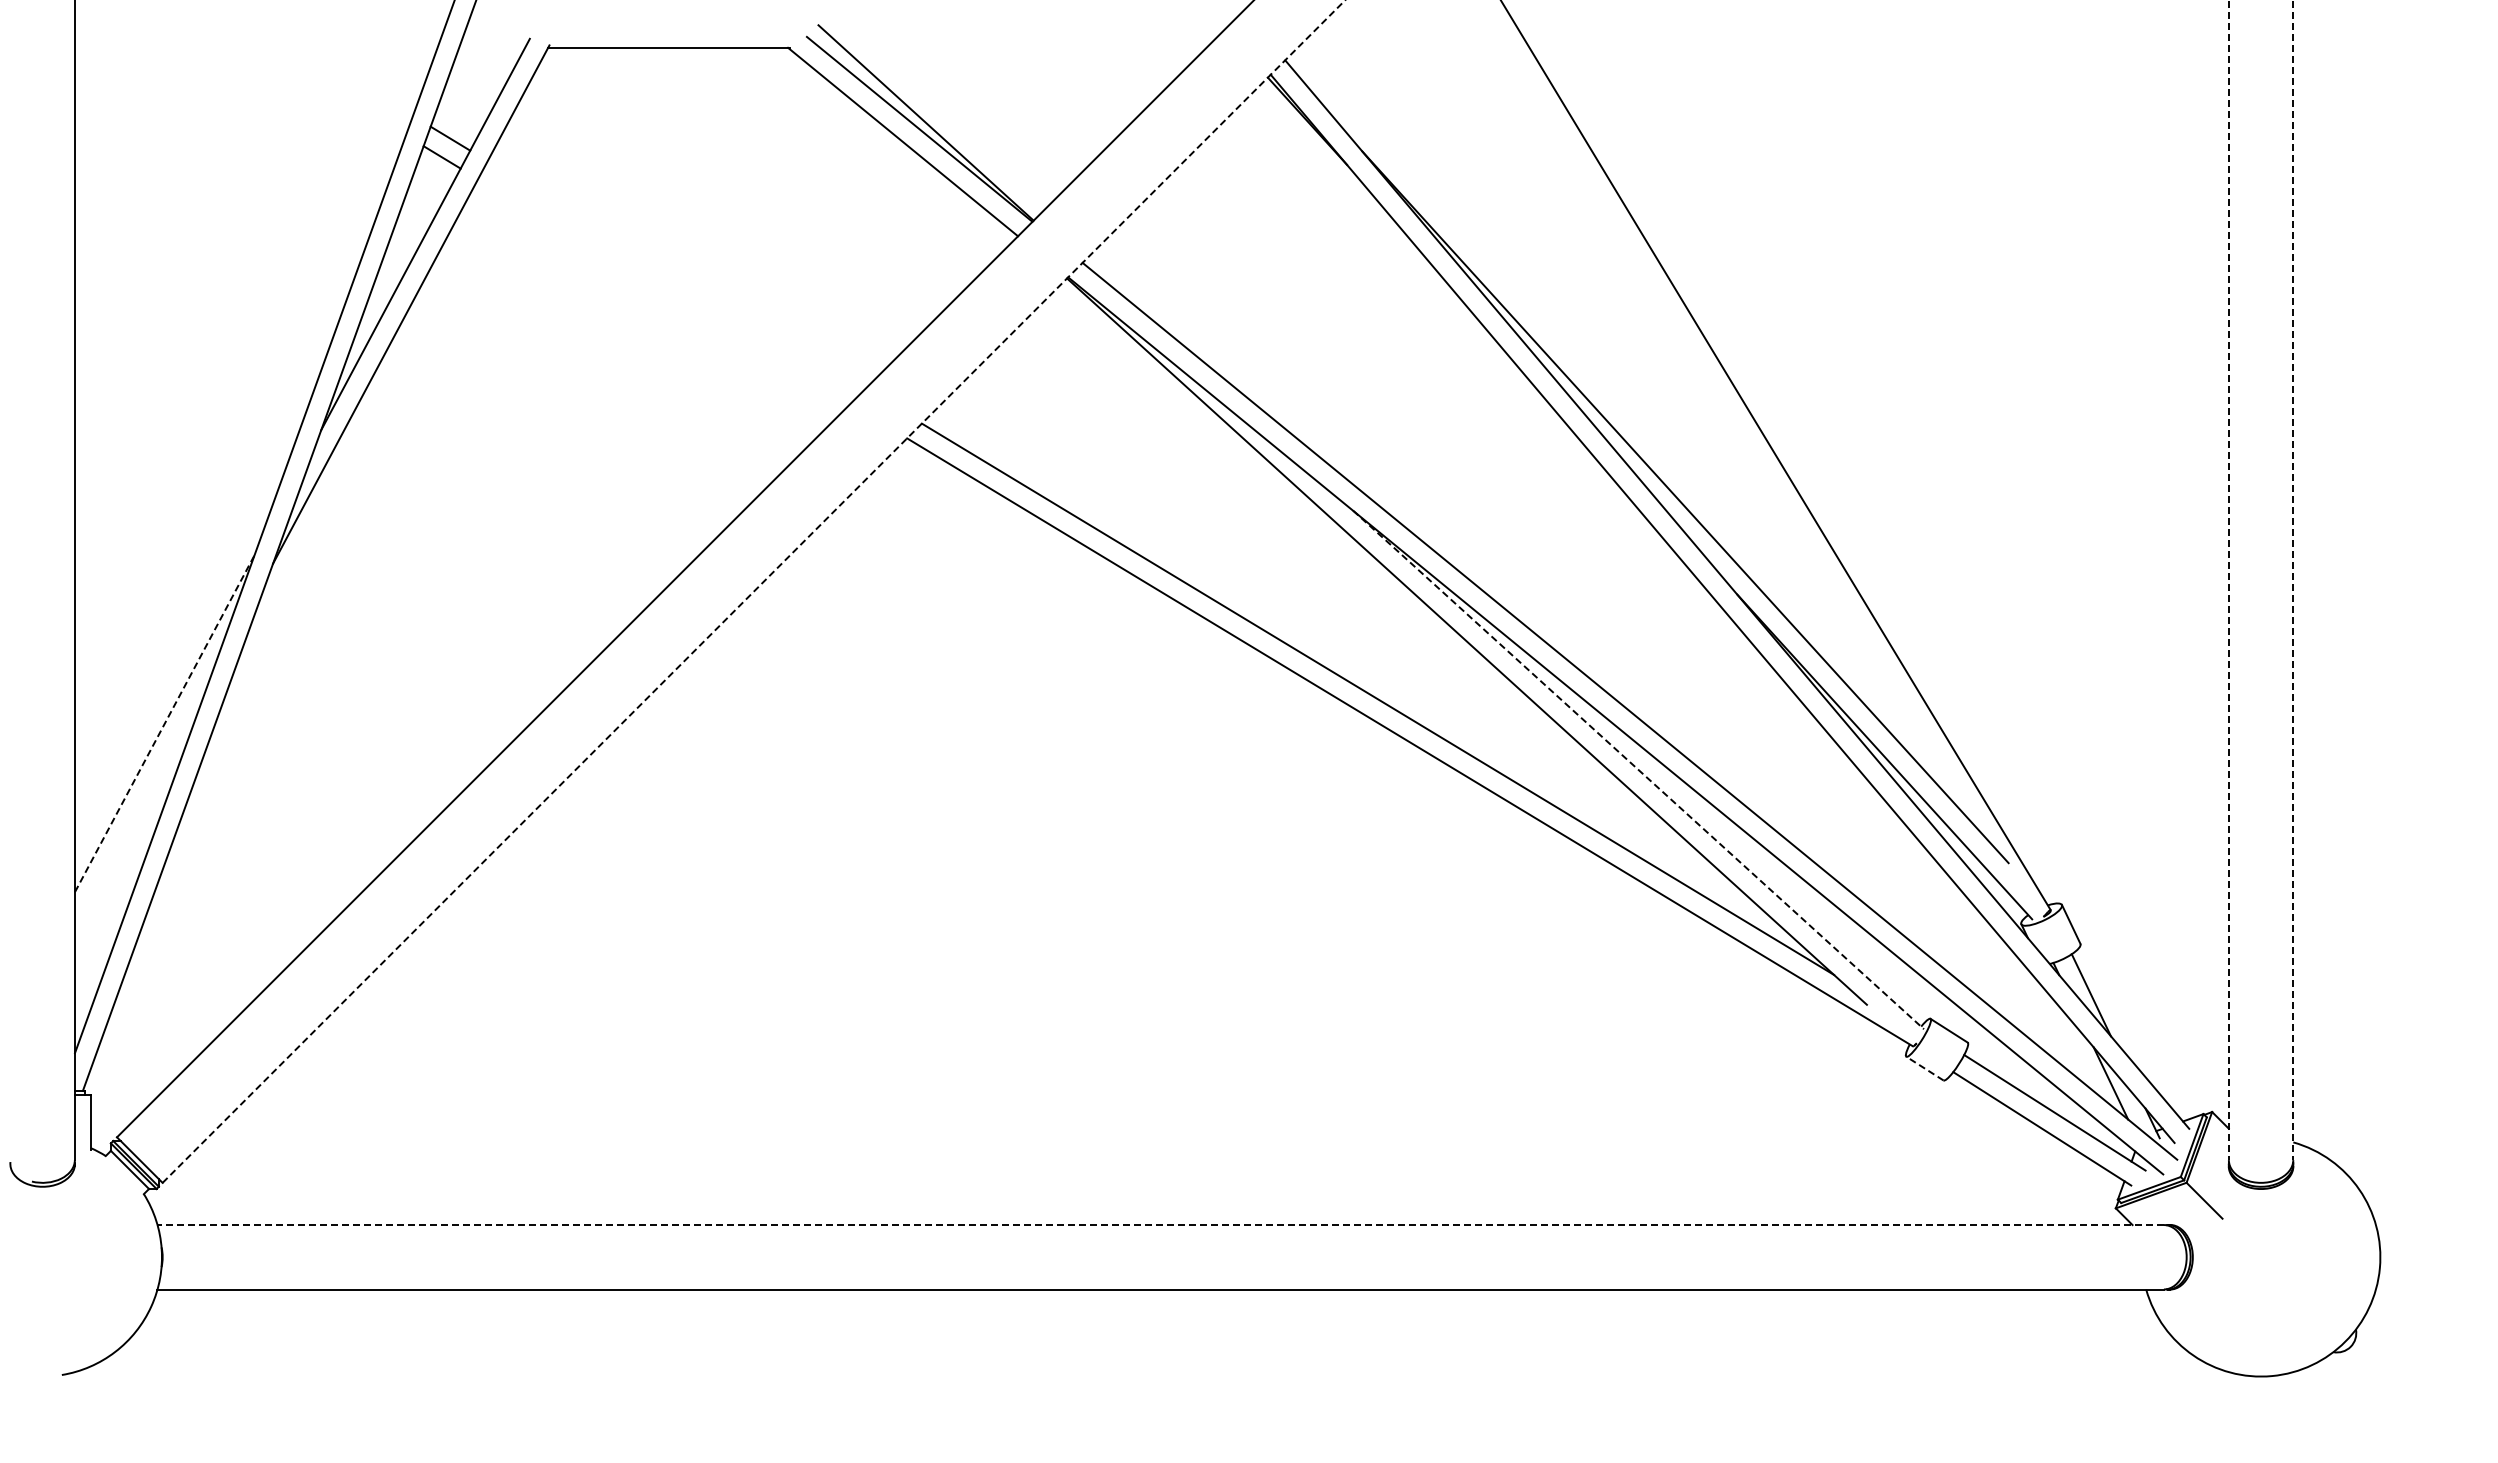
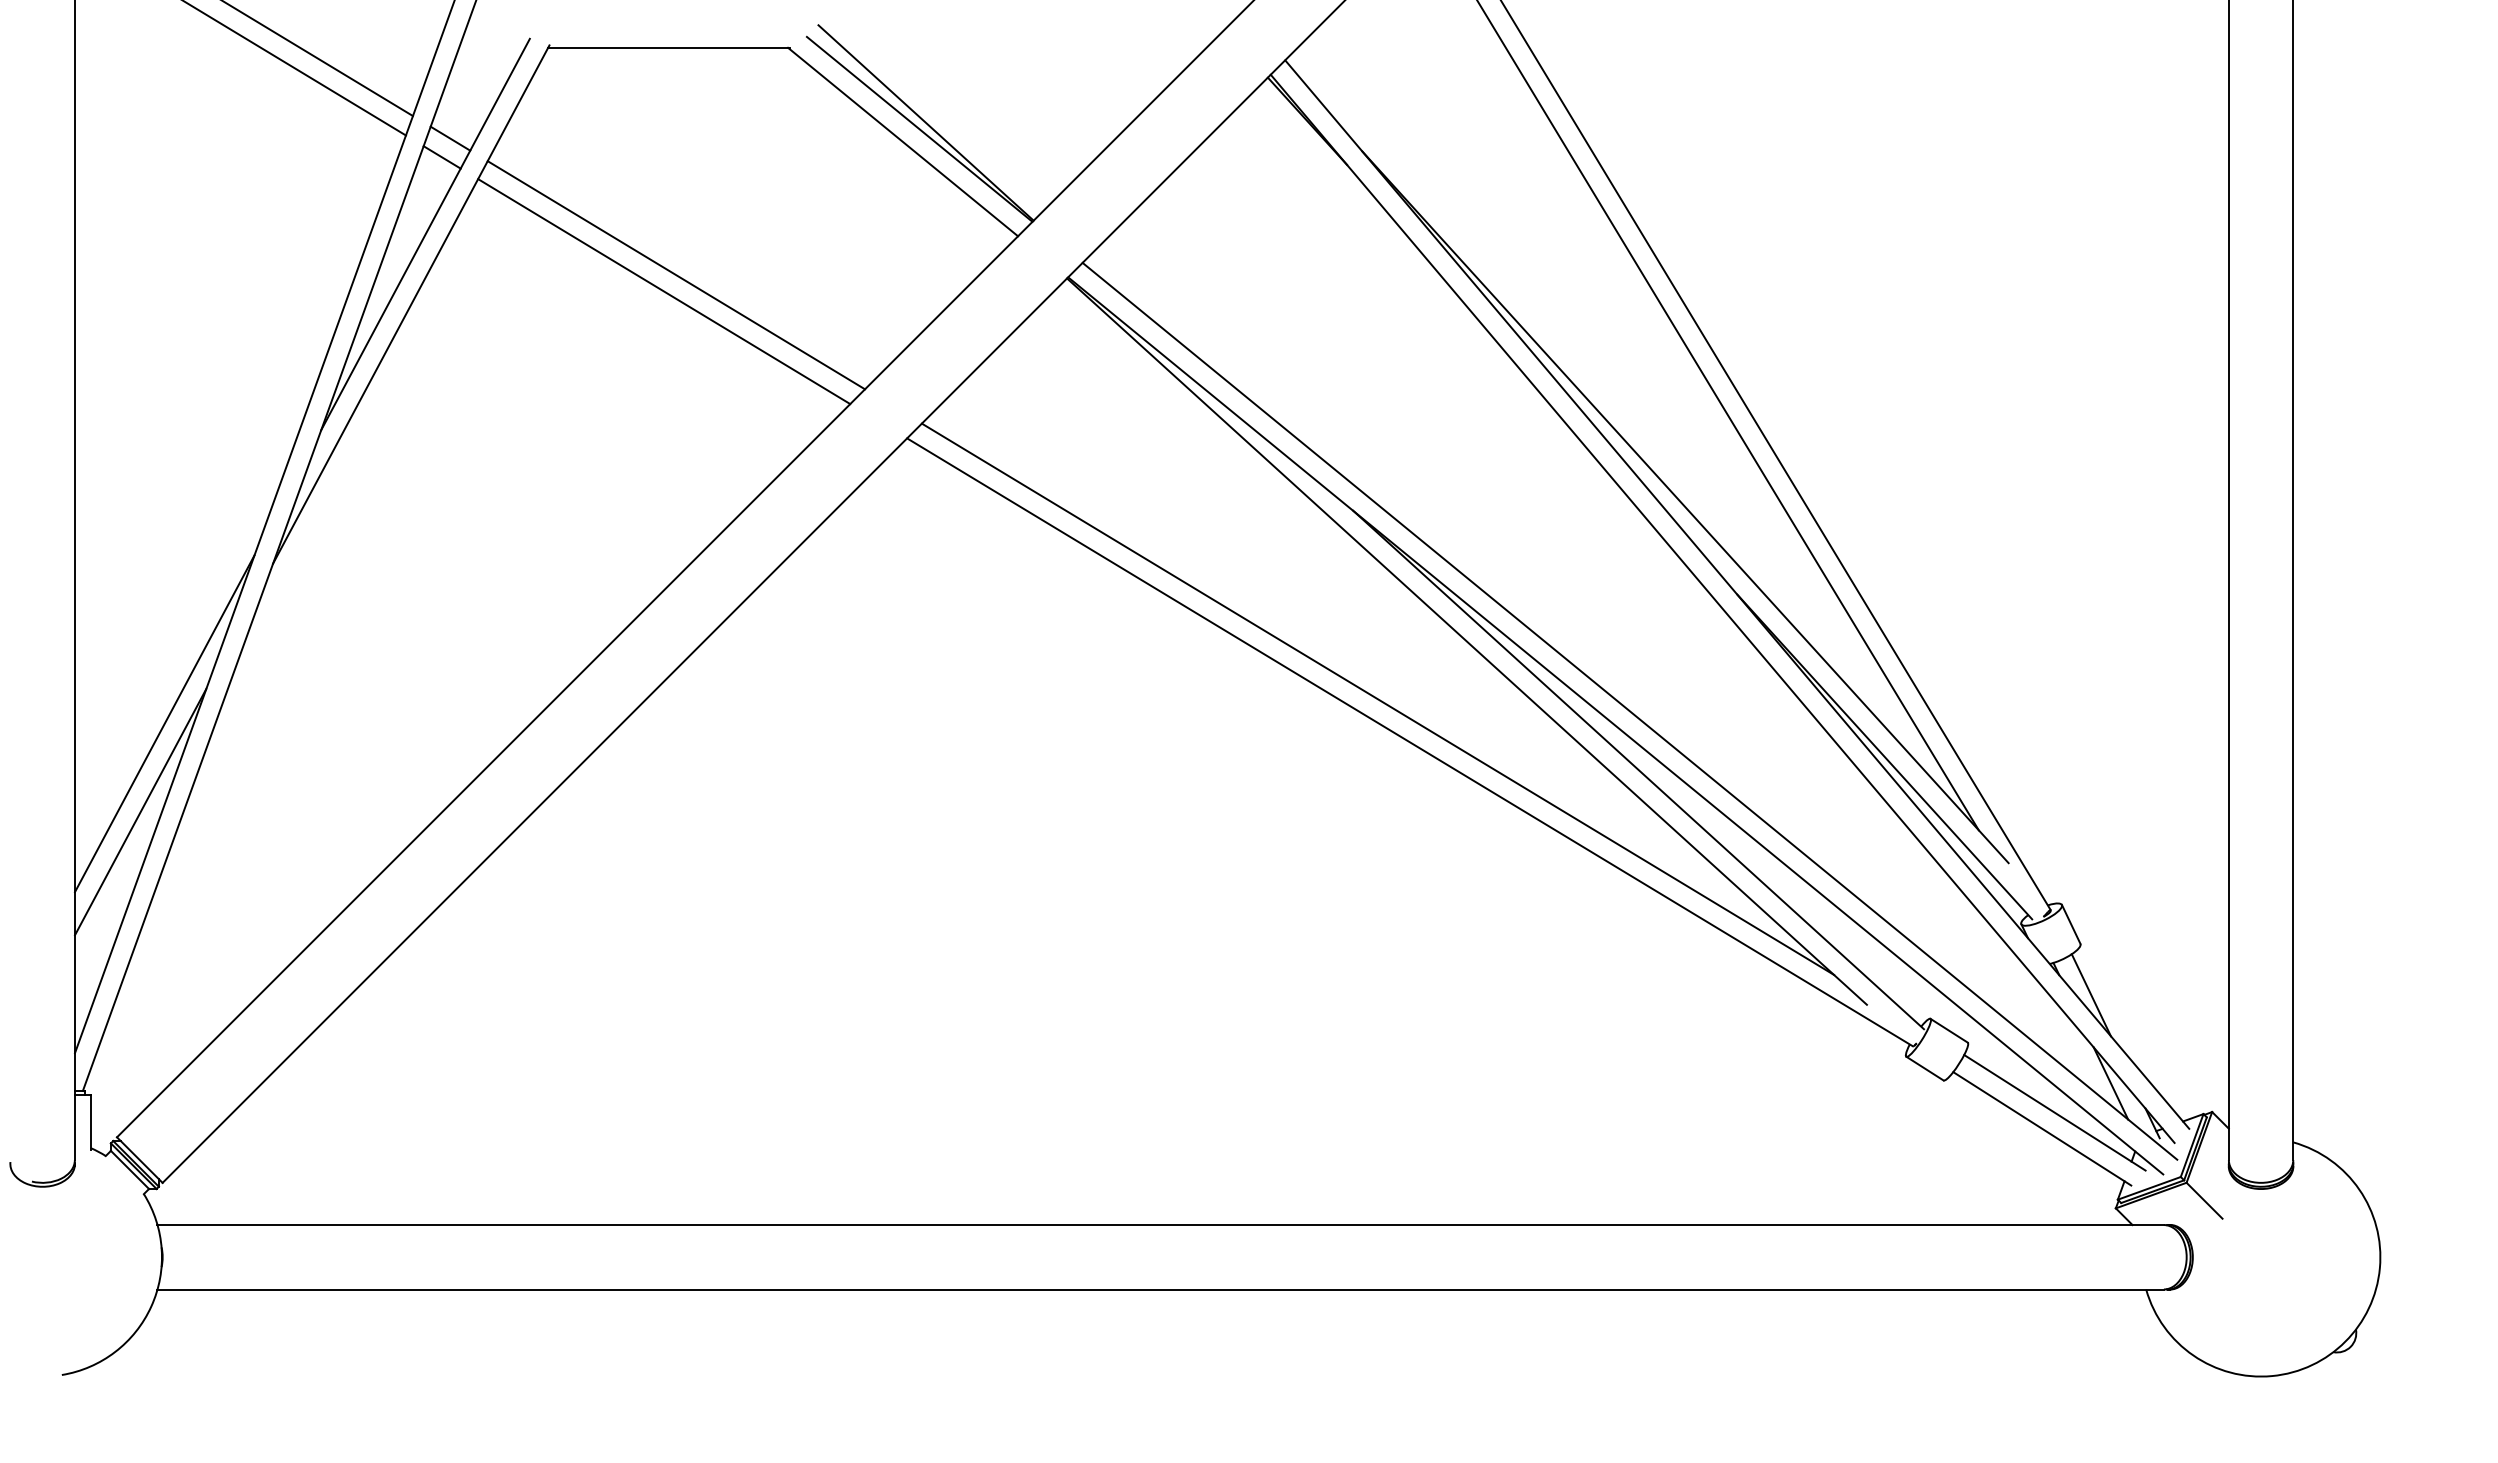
line at (318, 59): none -> present
line at (295, 68): none -> present
line at (676, 275): none -> present
line at (664, 291): none -> present
line at (1728, 416): none -> present
line at (2228, 580): dashed -> solid
line at (2293, 580): dashed -> solid
line at (754, 591): dashed -> solid
line at (164, 723): dashed -> solid
line at (1638, 769): dashed -> solid
line at (140, 812): none -> present
line at (1924, 1068): dashed -> solid
line at (1160, 1225): dashed -> solid
